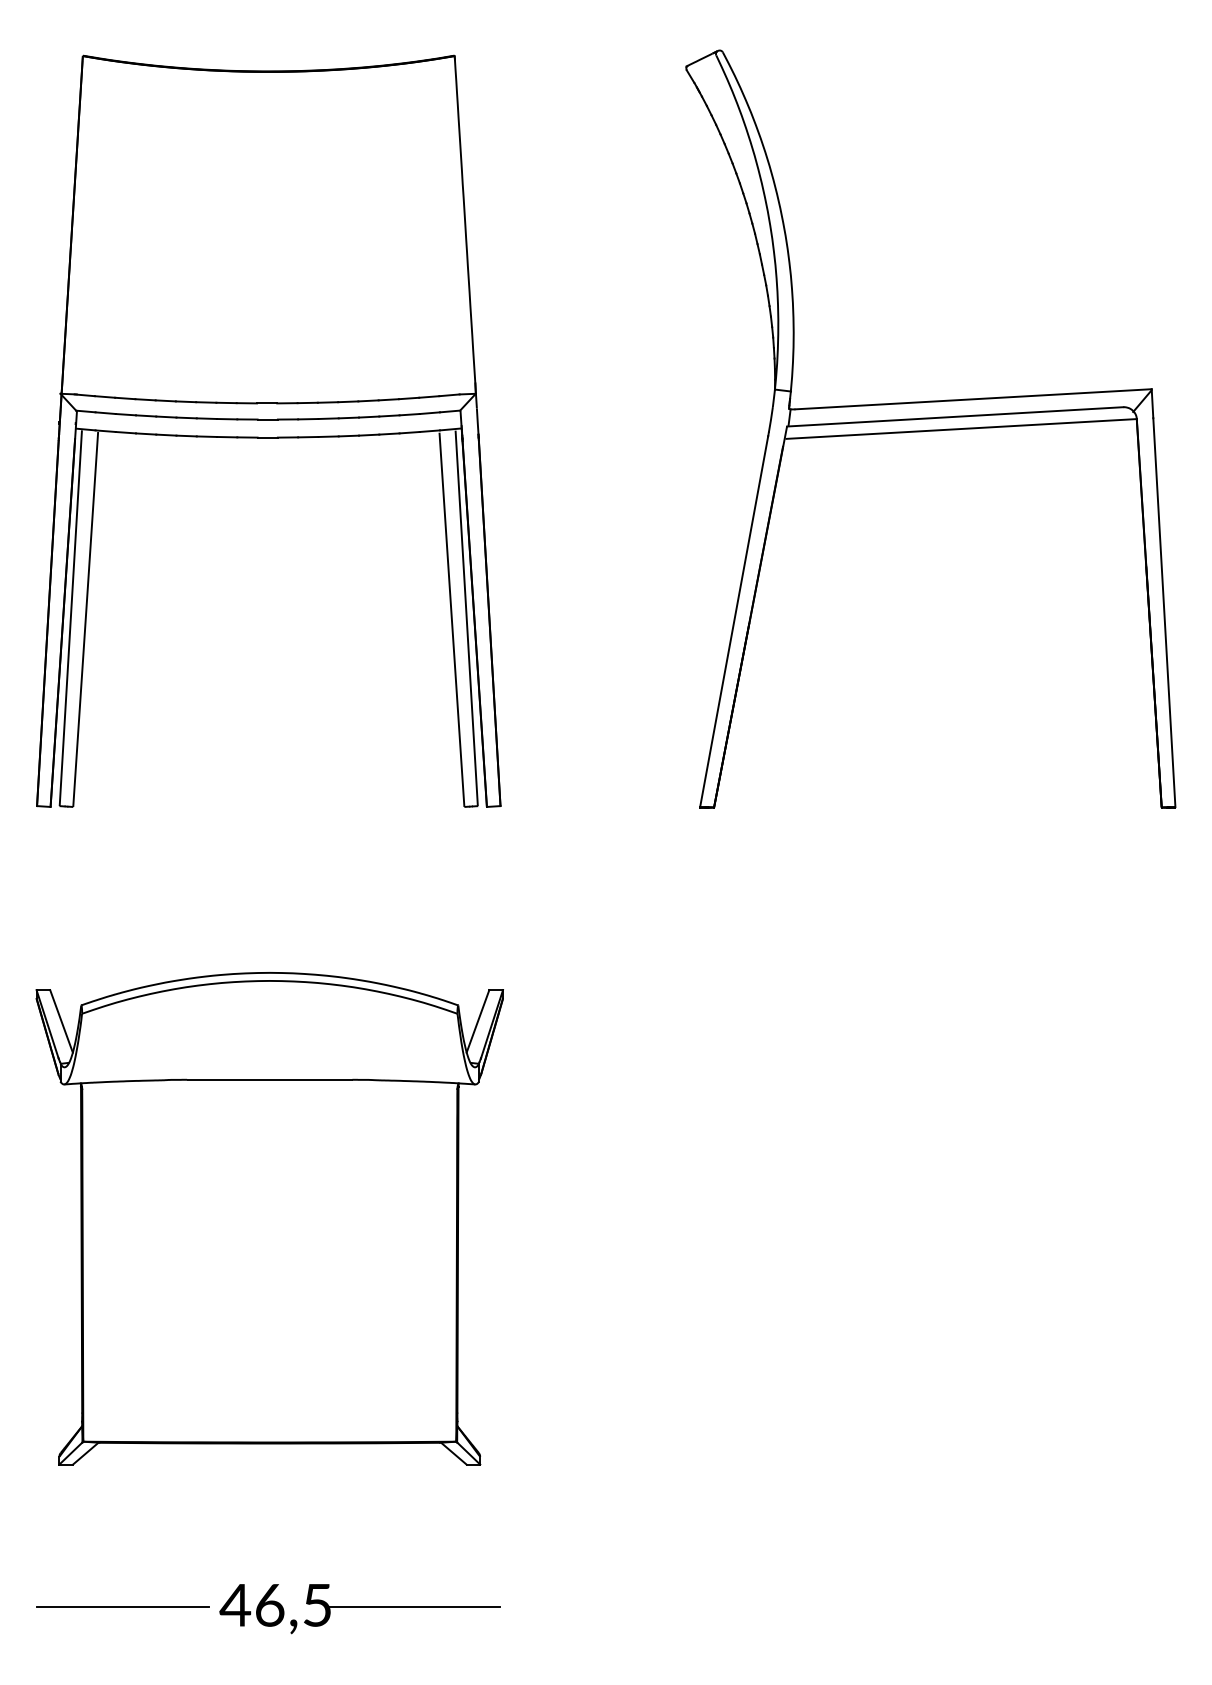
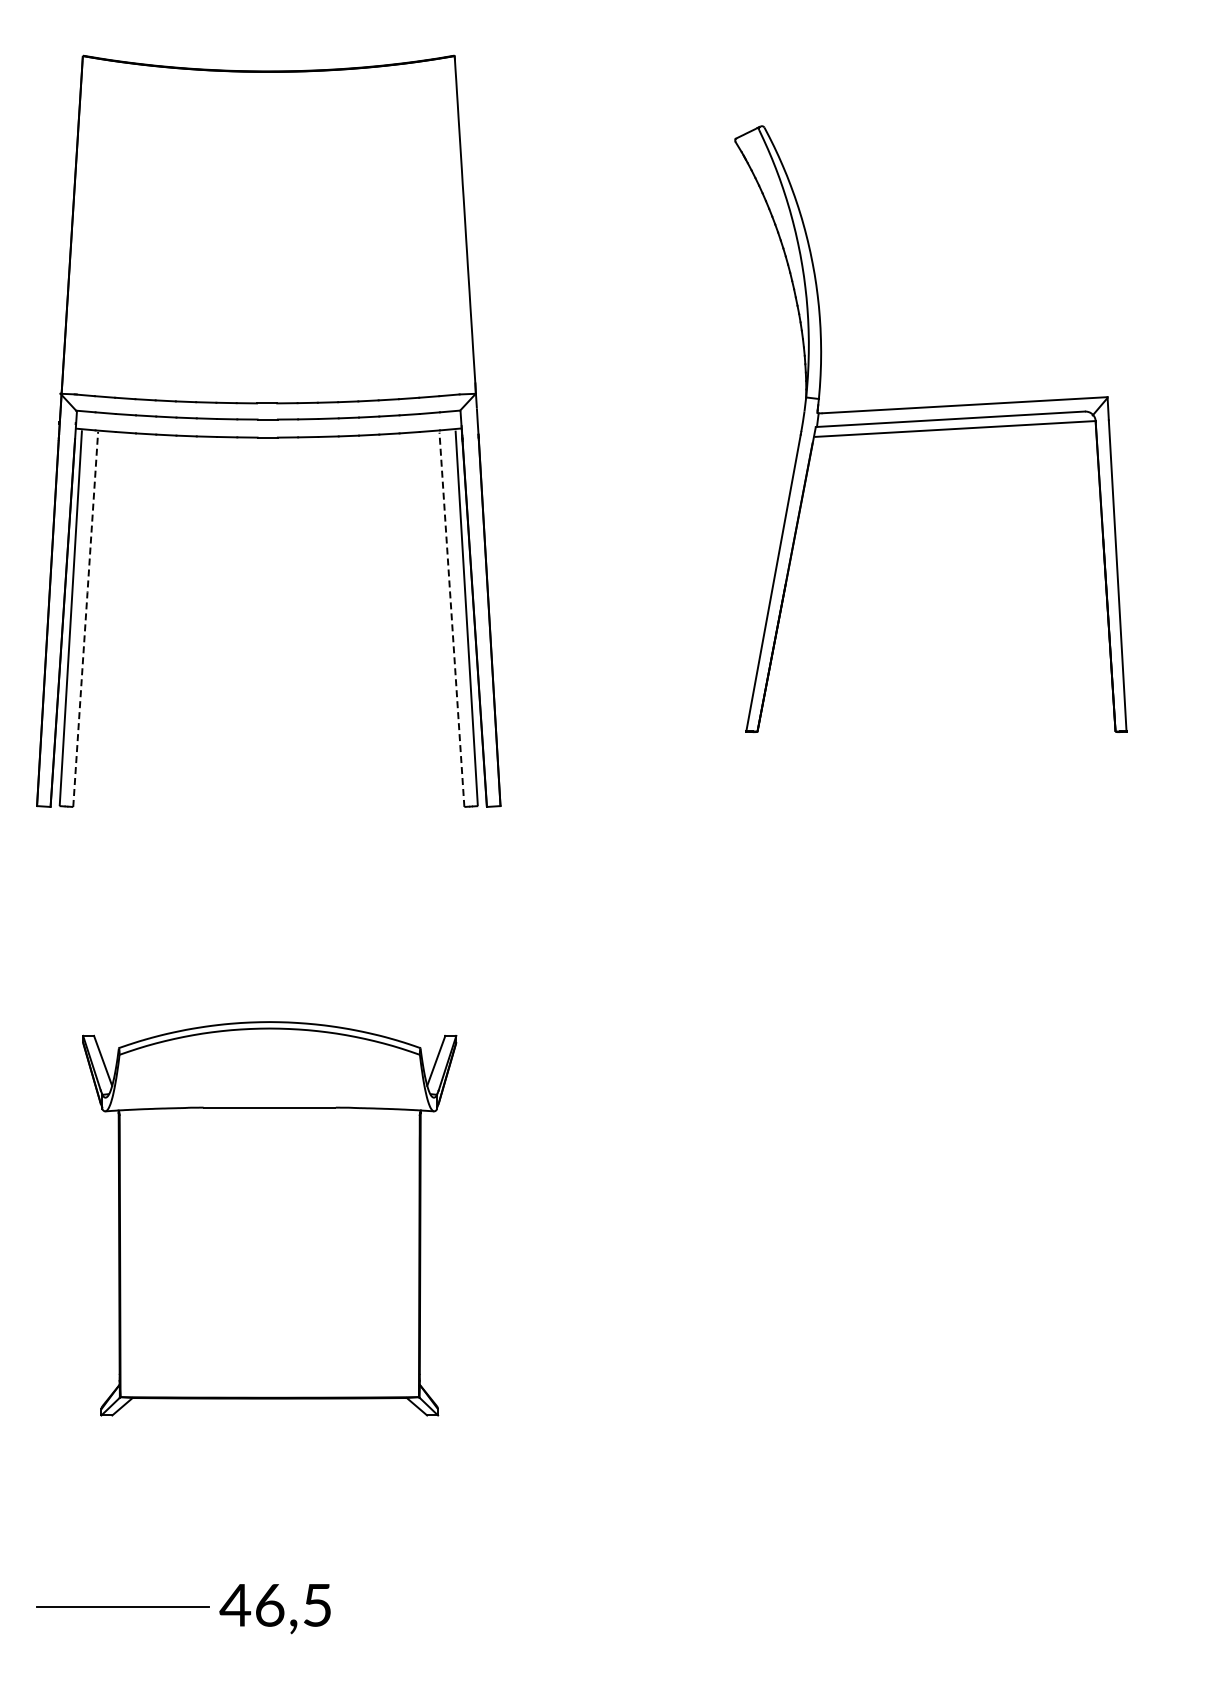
part at (930, 428) size: 492x760 px -> 394x608 px
line at (85, 618): solid -> dashed
line at (451, 618): solid -> dashed
part at (269, 1218) size: 469x494 px -> 376x396 px
line at (413, 1607): present -> none
